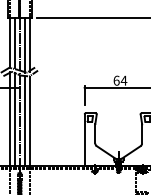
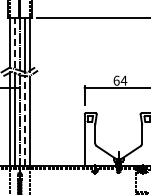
line at (14, 42): solid -> dashed
line at (25, 121): solid -> dashed
